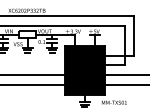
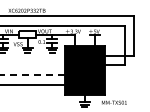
line at (31, 75): solid -> dashed
line at (125, 75): present -> none
line at (125, 85): present -> none
